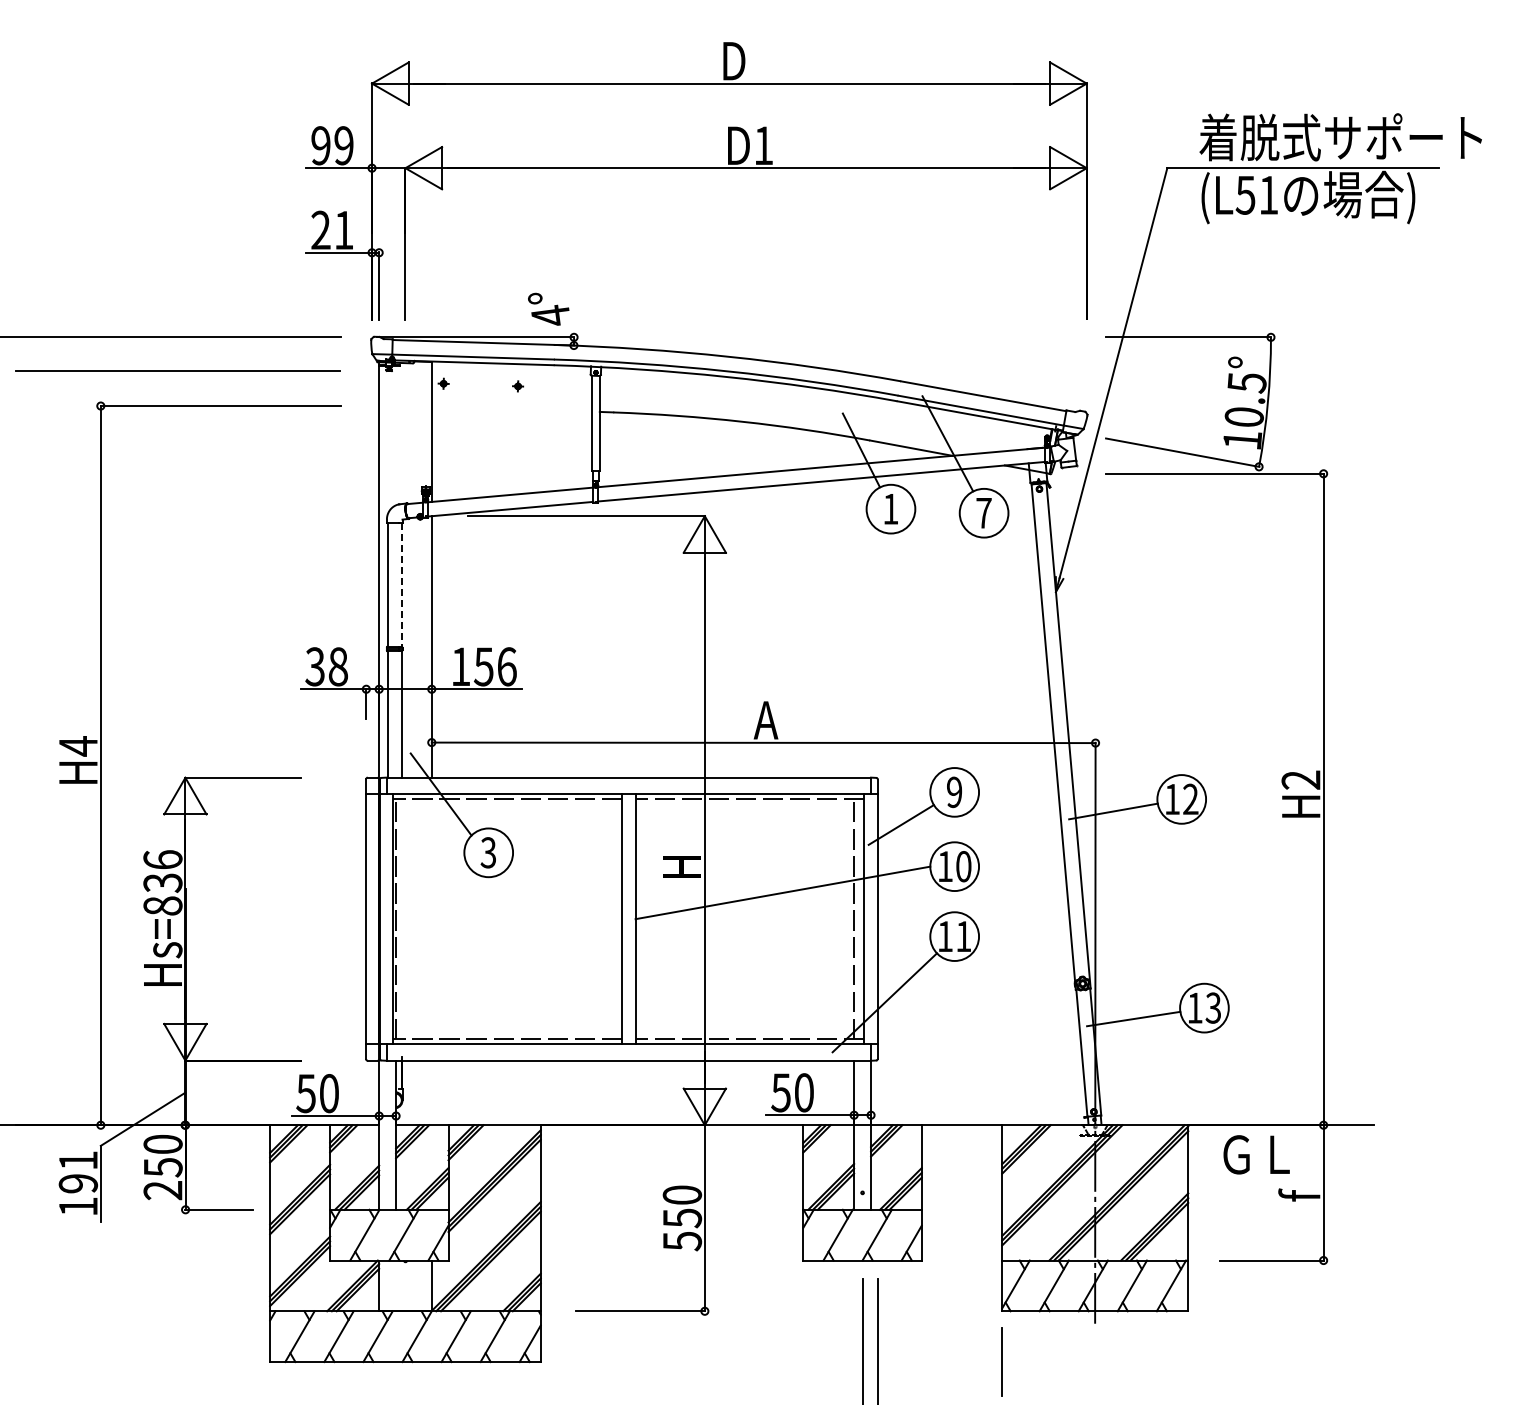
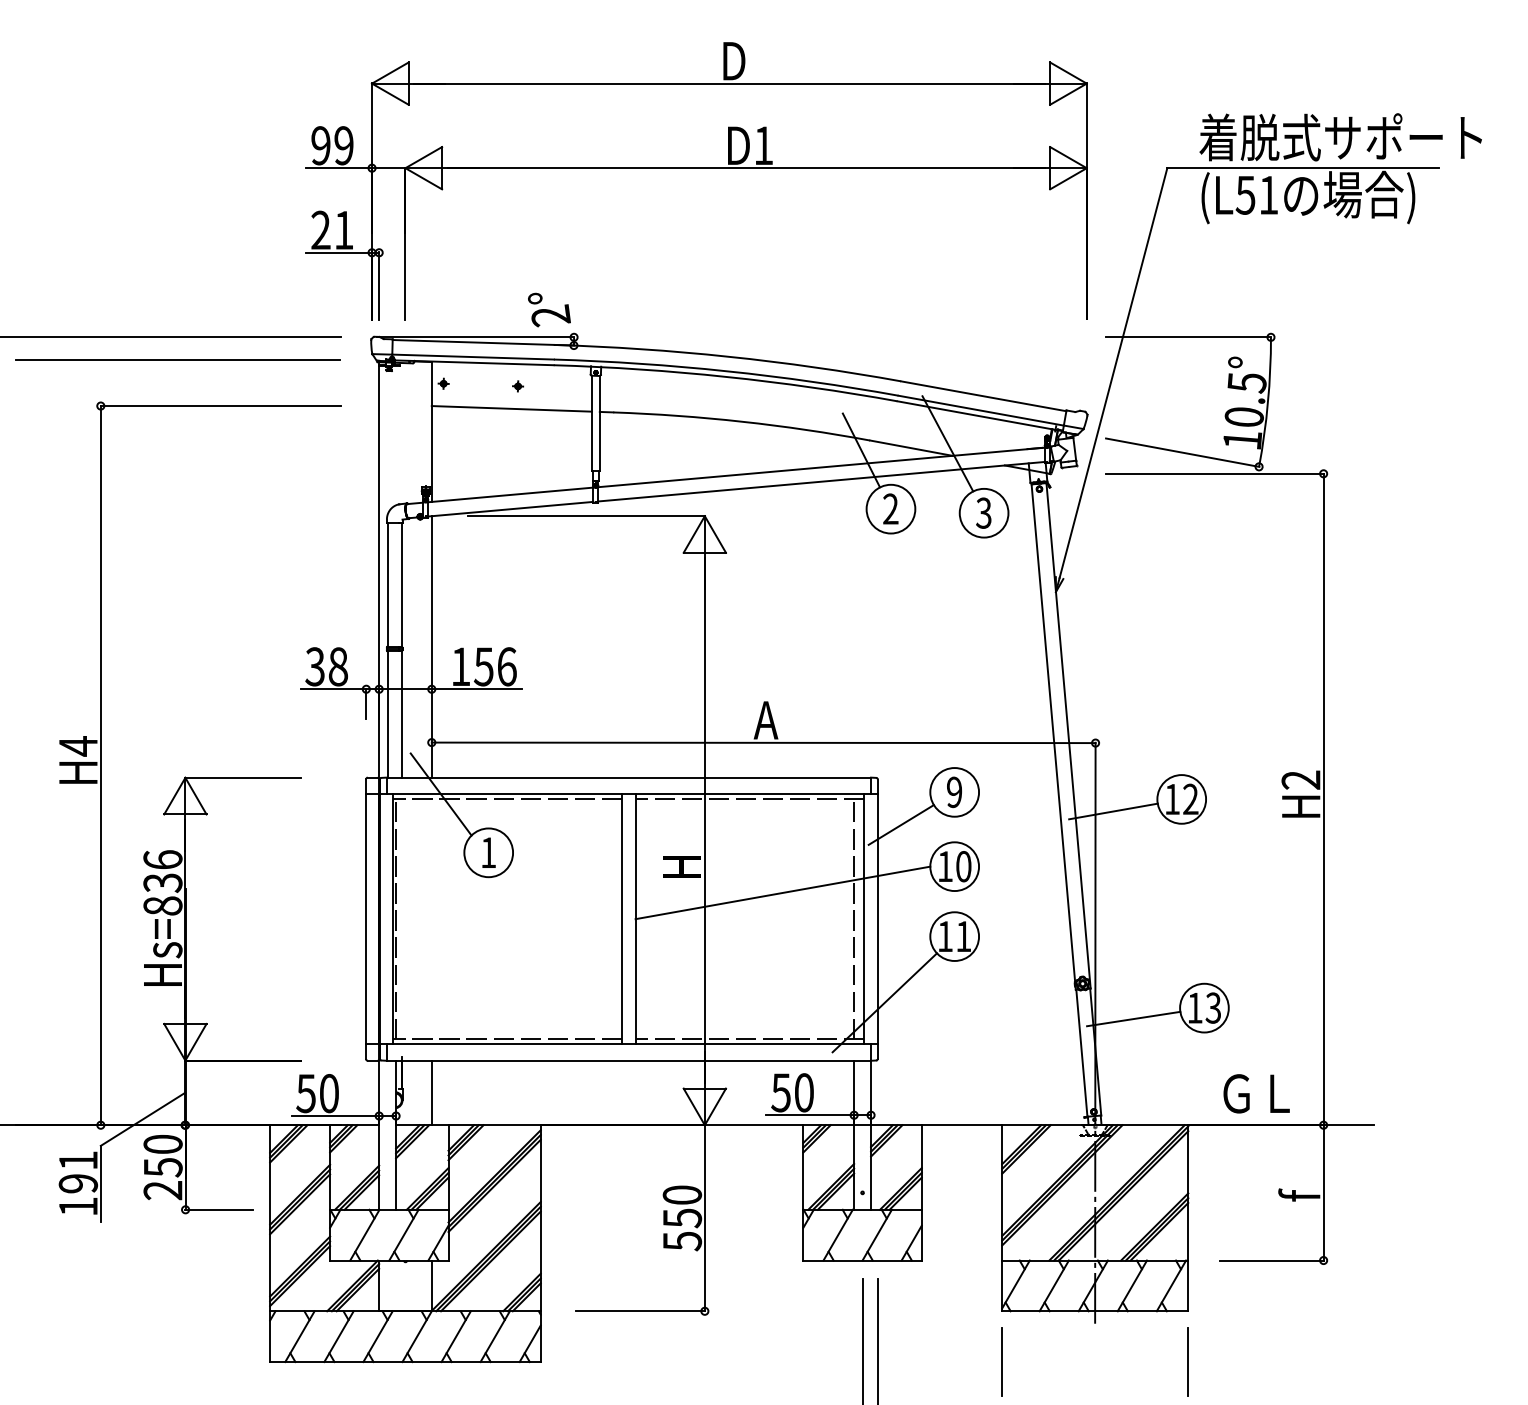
text at (550, 315): 4° -> 2°
line at (177, 370) position: (177, 370) -> (177, 359)
line at (511, 408): none -> present
text at (890, 508): 1 -> 2
text at (983, 512): 7 -> 3
line at (401, 585): dashed -> solid
text at (487, 852): 3 -> 1
line at (431, 1092): none -> present
text at (1256, 1154) position: (1256, 1154) -> (1256, 1093)
line at (1188, 1362): none -> present
